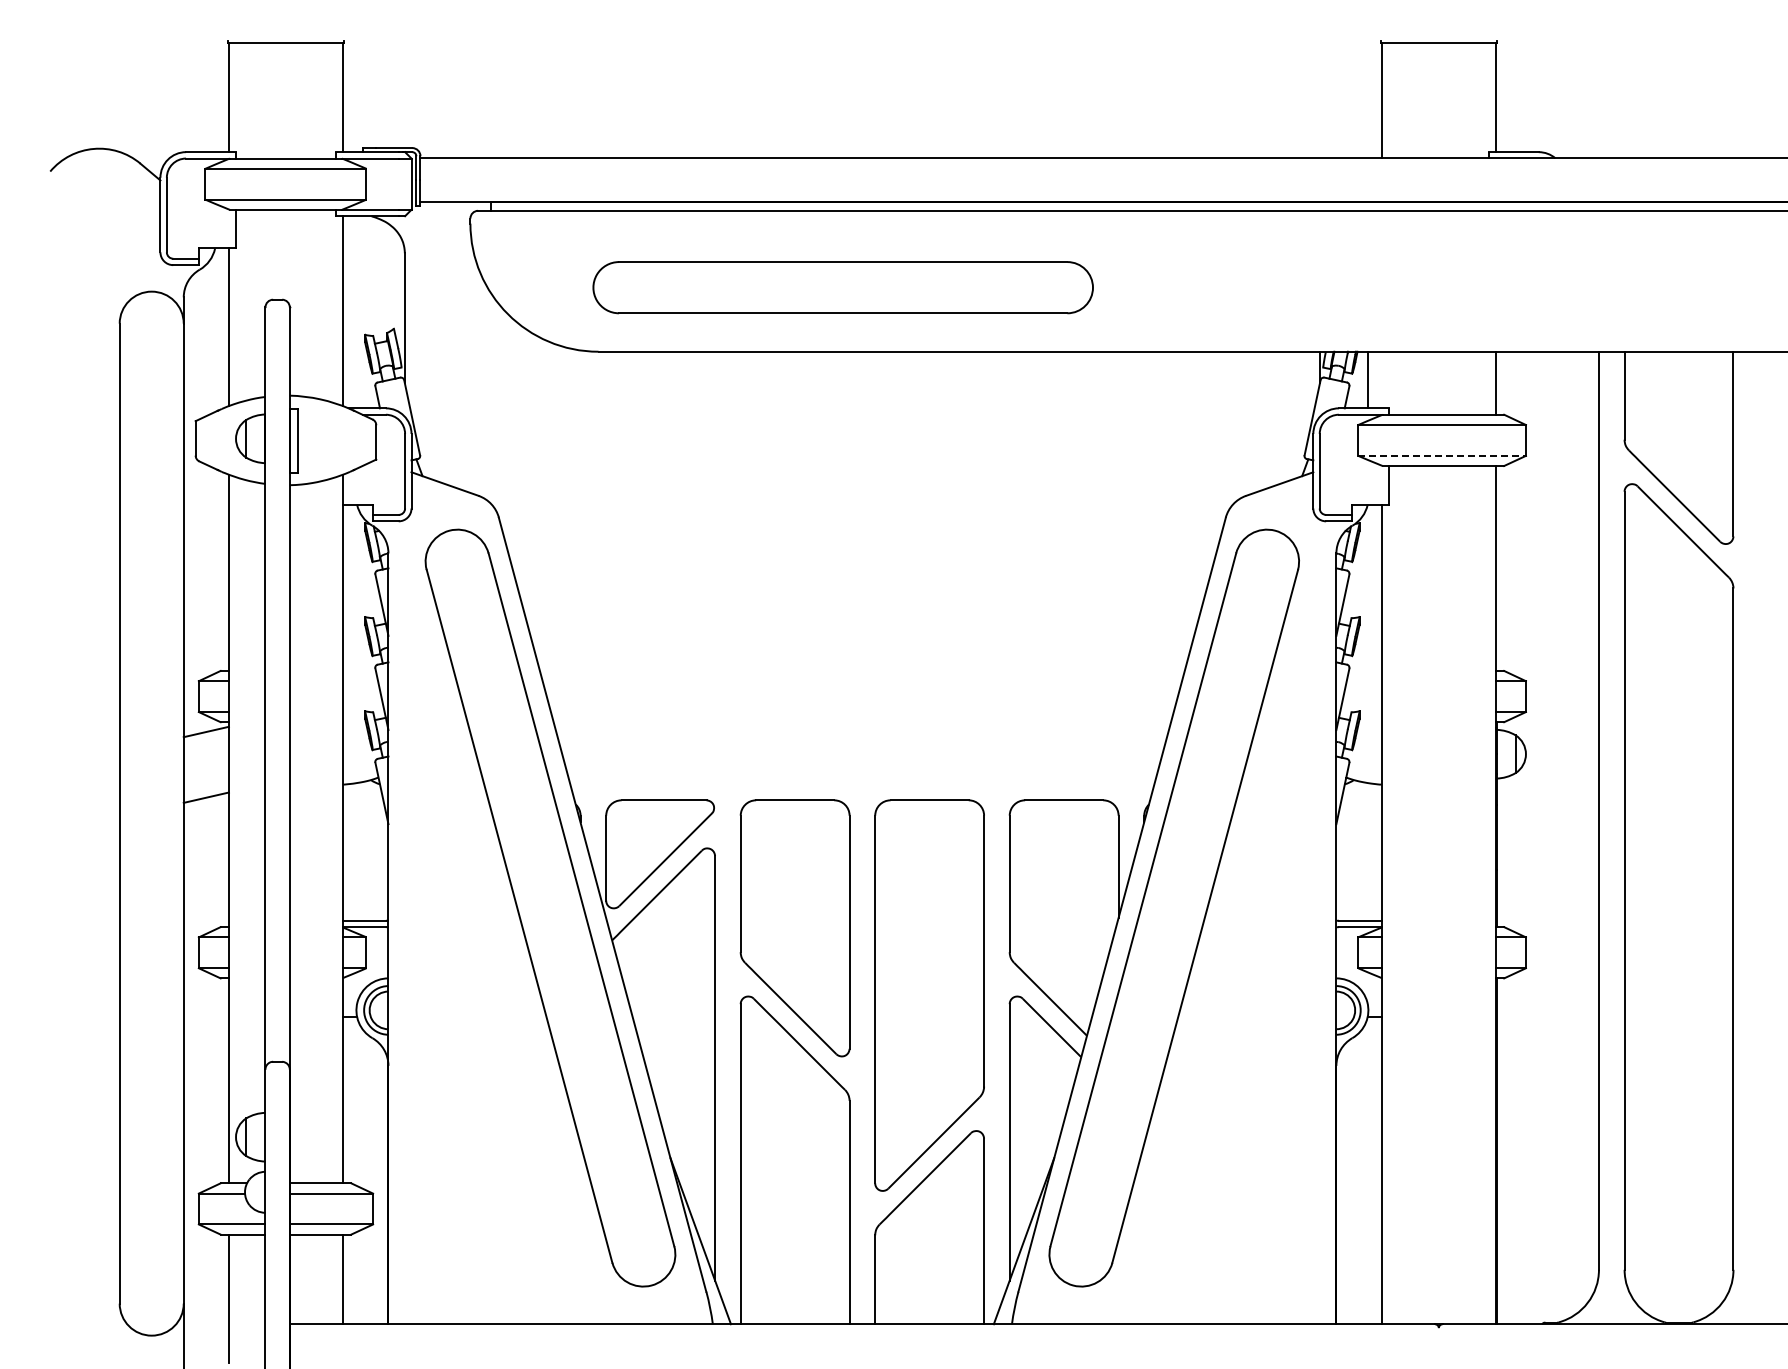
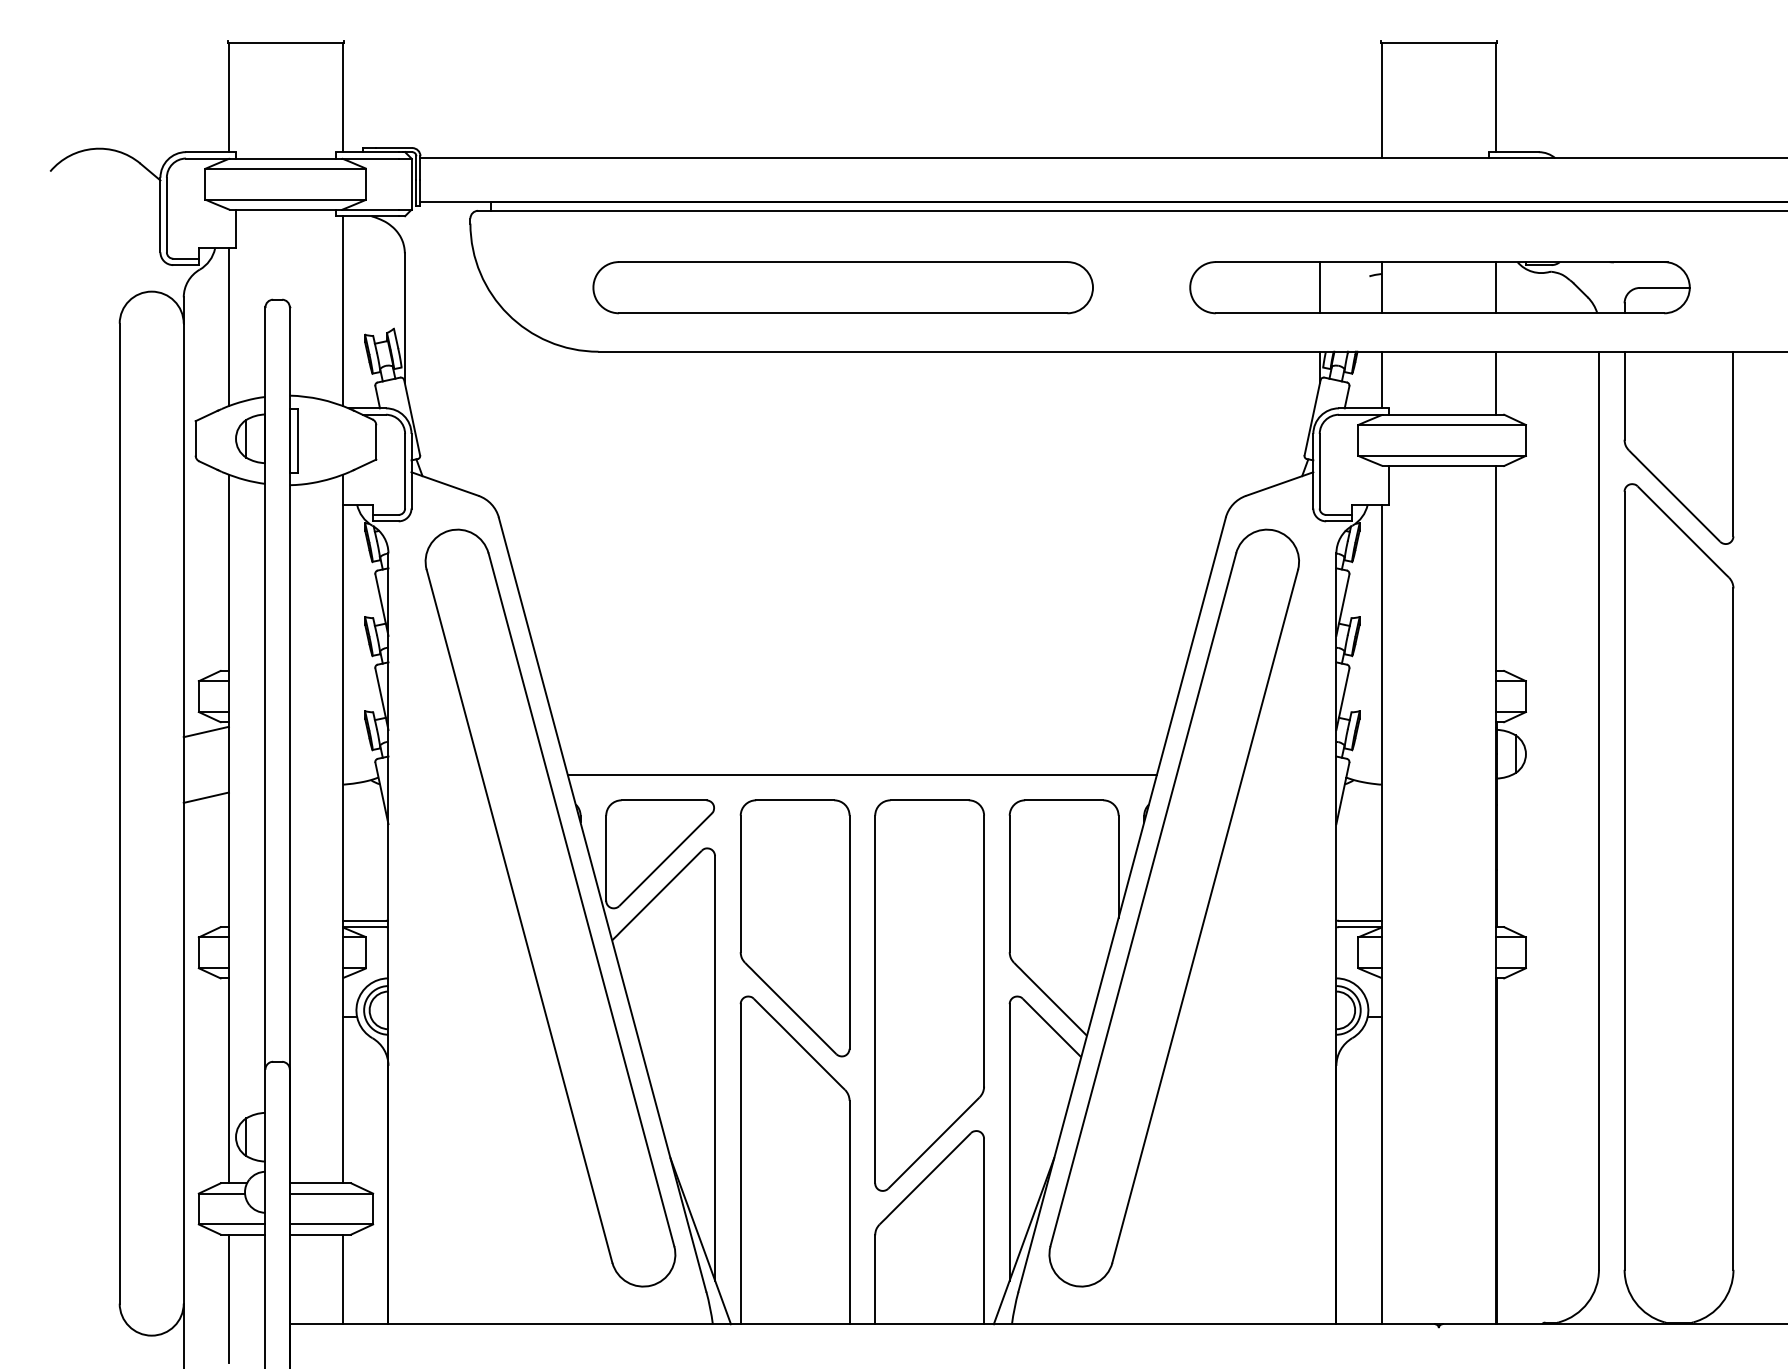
part at (1439, 287): none -> present
line at (1367, 379) position: (1367, 379) -> (1381, 379)
line at (1442, 455): dashed -> solid
line at (861, 774): none -> present
